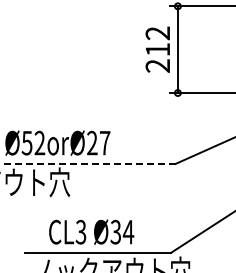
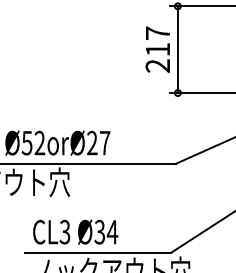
text at (157, 33): 212 -> 217
line at (88, 163): dashed -> solid
text at (91, 231) position: (91, 231) -> (75, 231)
